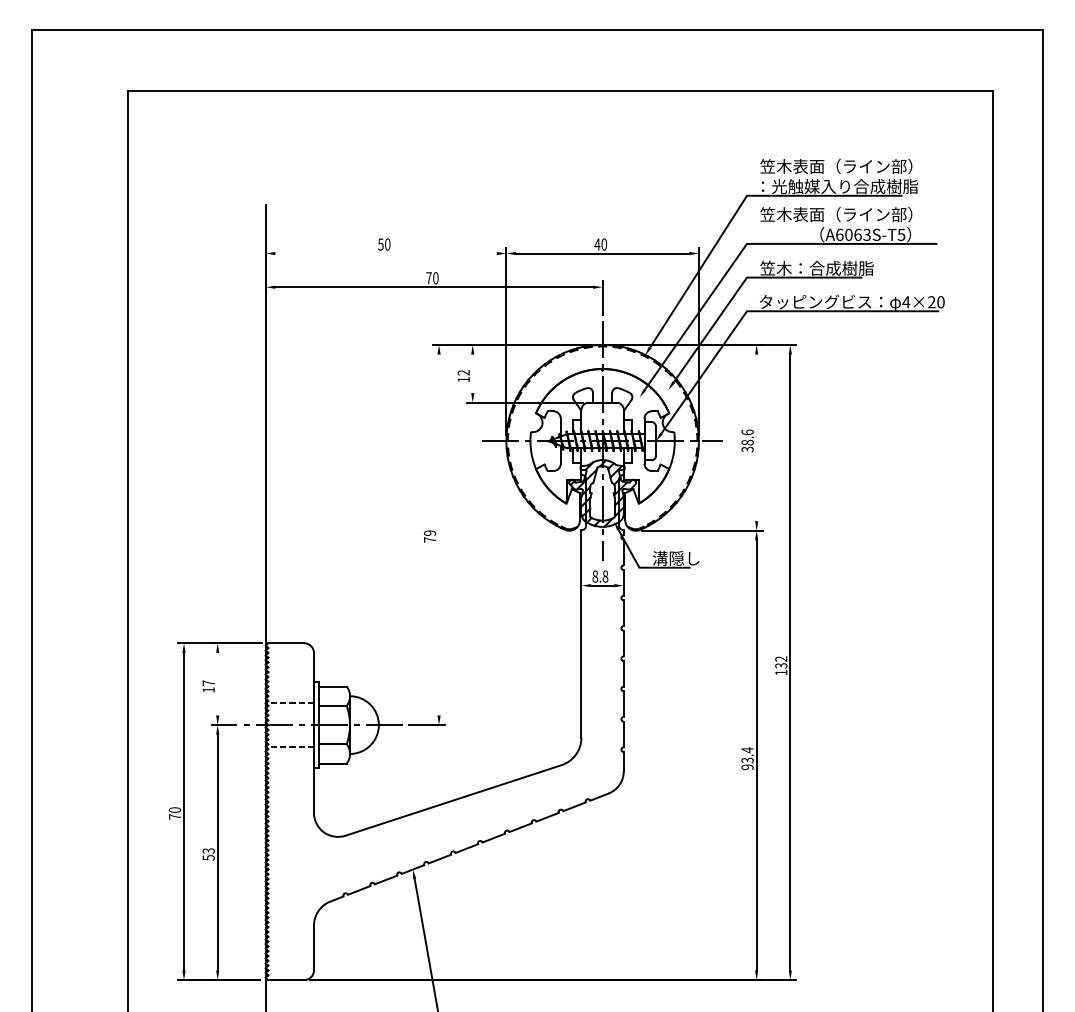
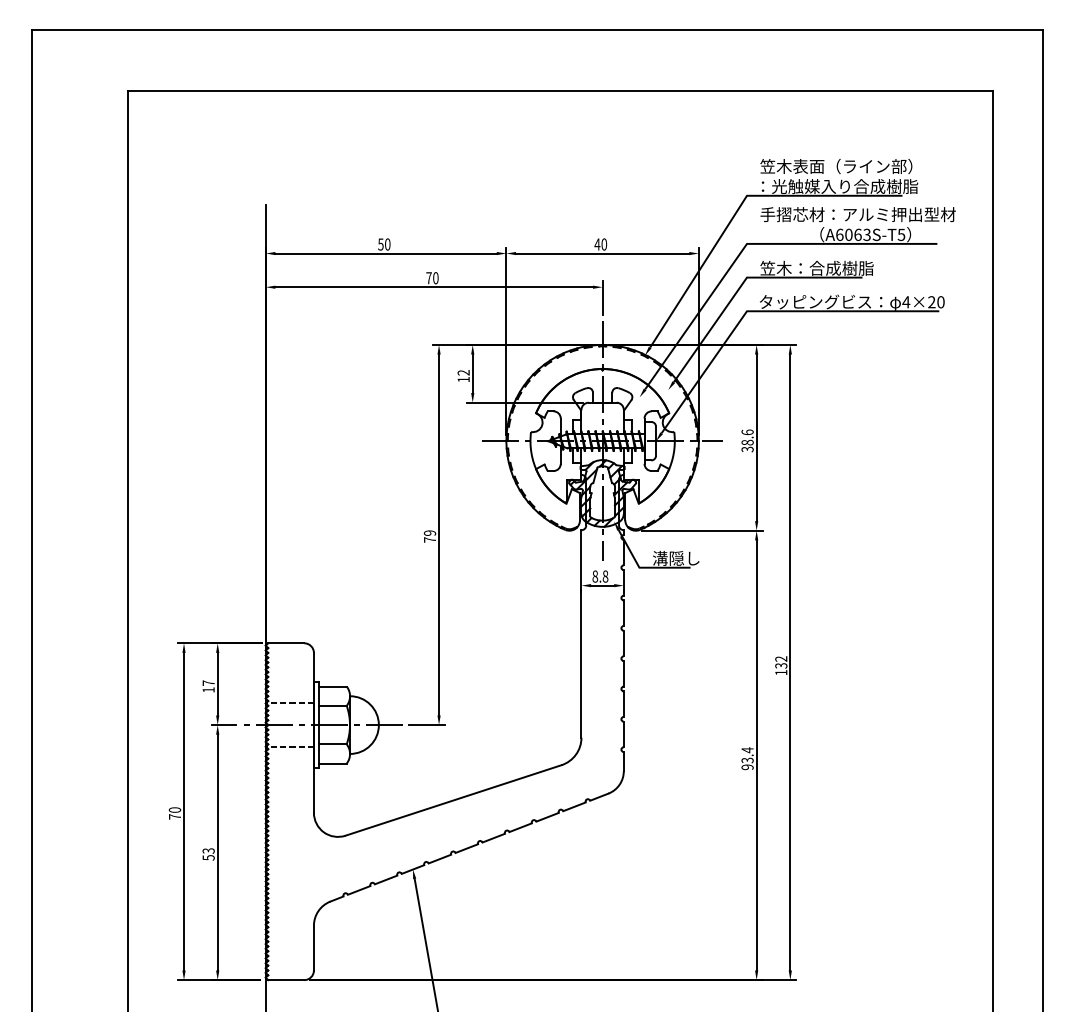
text at (857, 214): 笠木表面（ライン部） -> 手摺芯材：アルミ押出型材
line at (385, 253): none -> present
line at (472, 373): none -> present
line at (756, 437): none -> present
line at (439, 534): none -> present
line at (217, 683): none -> present
